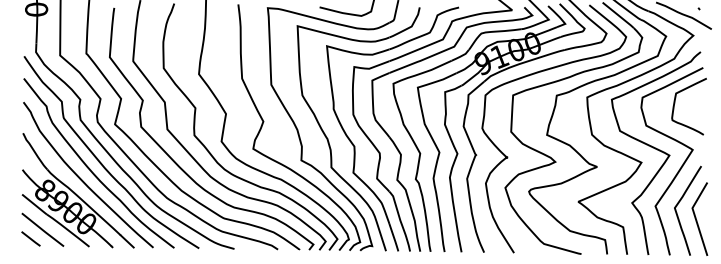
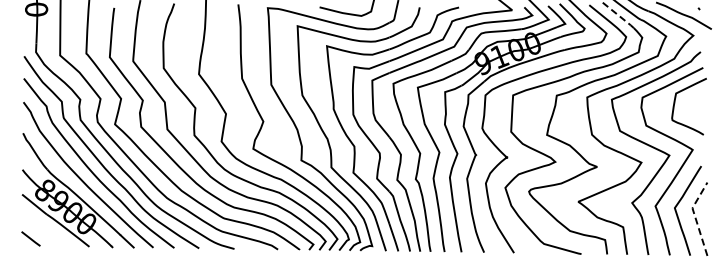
line at (618, 15): solid -> dashed
line at (695, 217): solid -> dashed
line at (42, 229): present -> none
